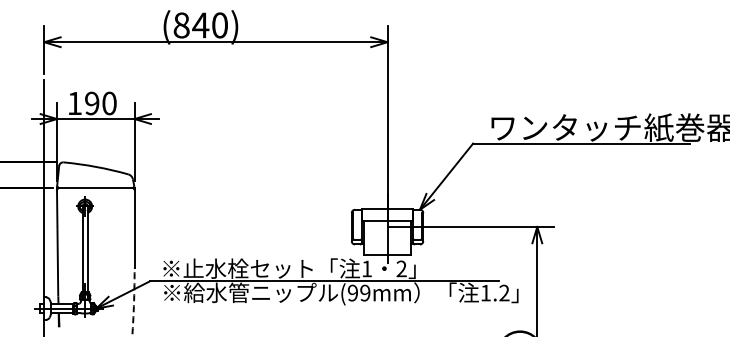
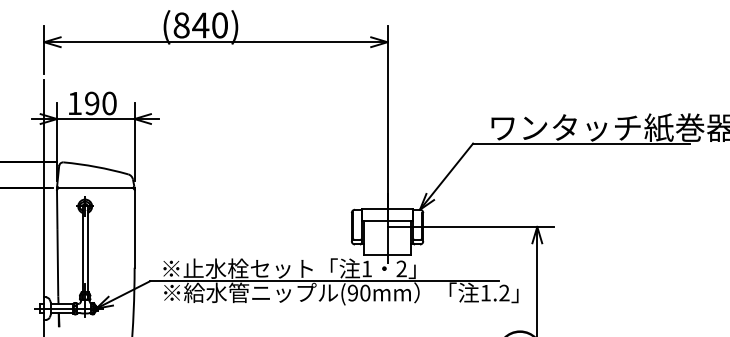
text at (365, 292): (99mm -> (90mm
arc at (133, 302): dashed -> solid
